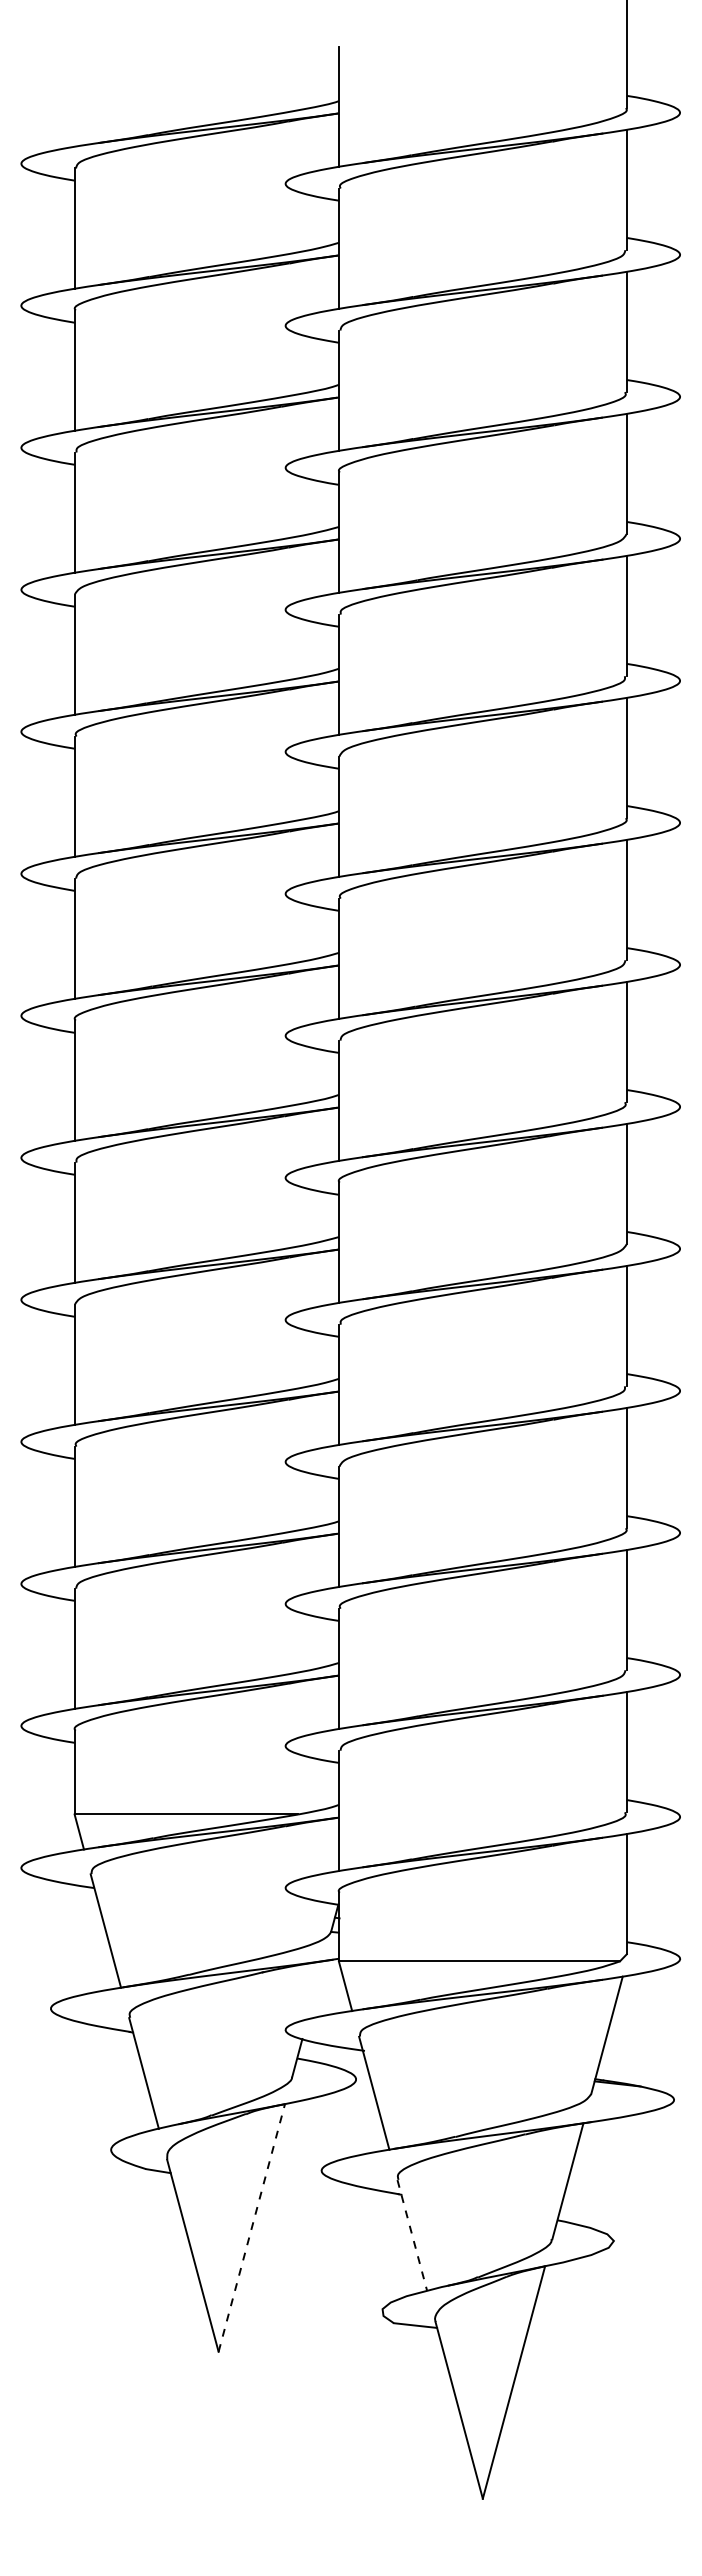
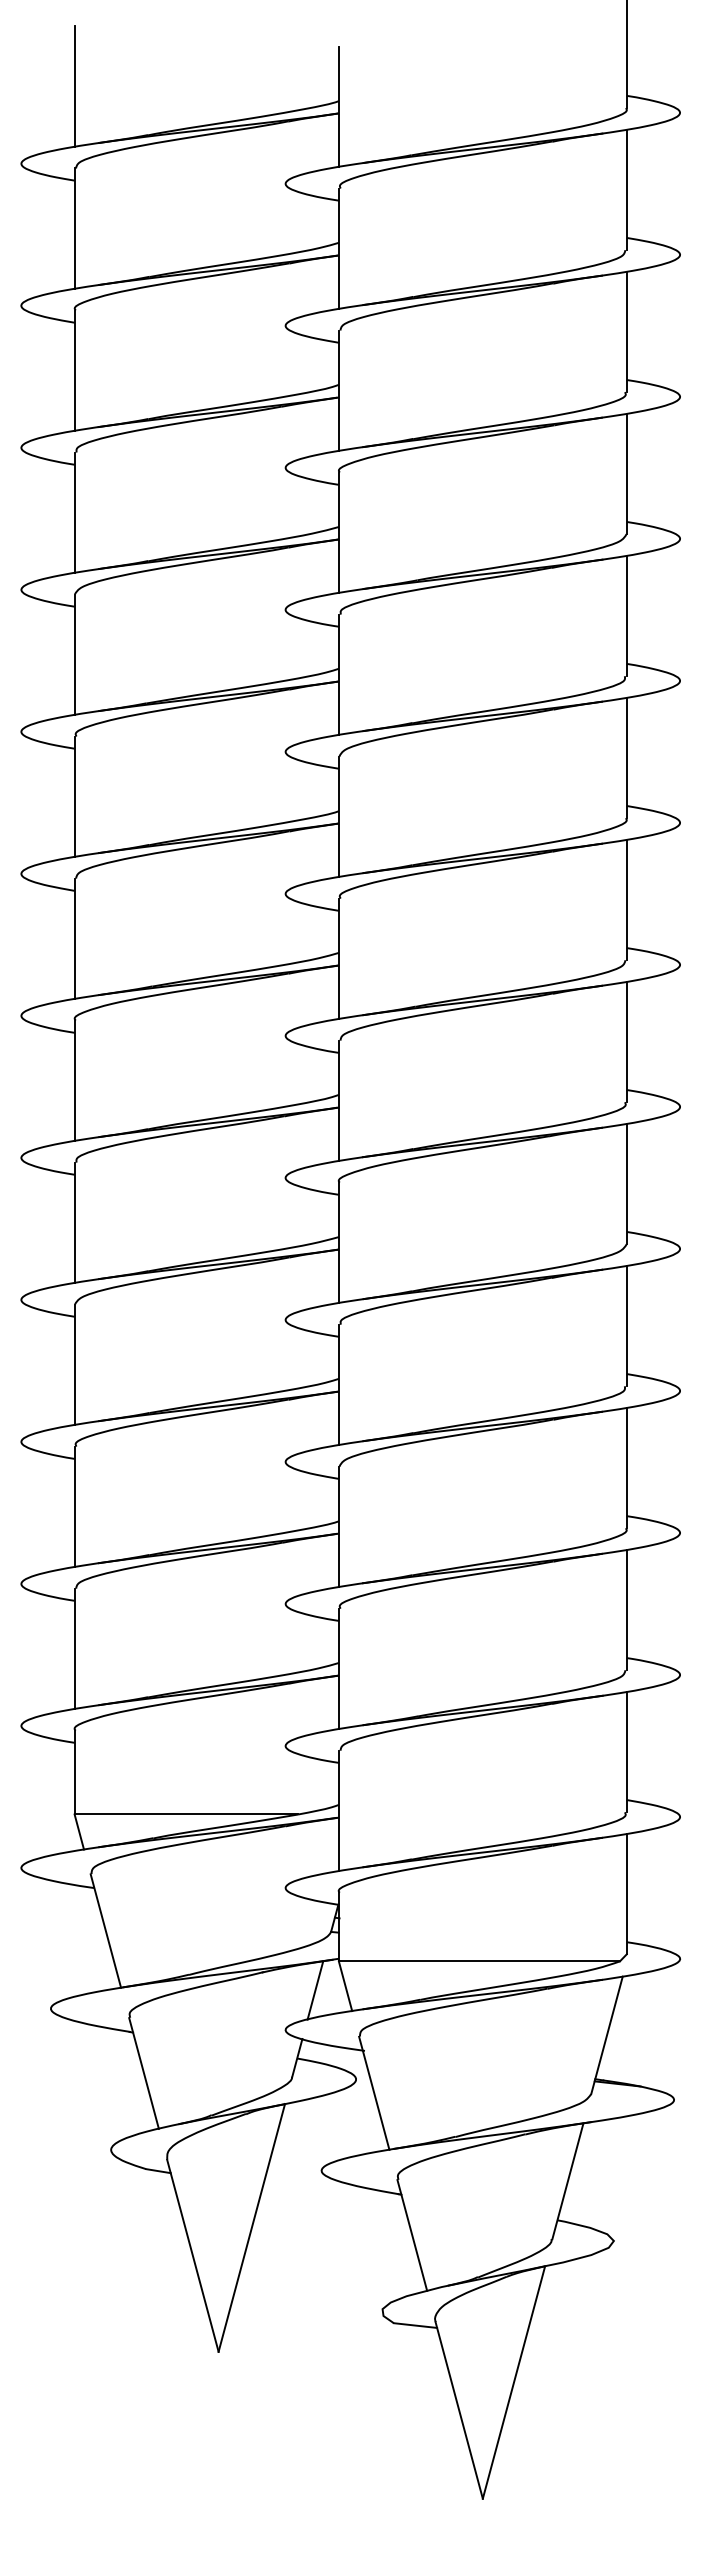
line at (74, 86): none -> present
line at (315, 1990): none -> present
line at (251, 2227): dashed -> solid
line at (412, 2235): dashed -> solid
